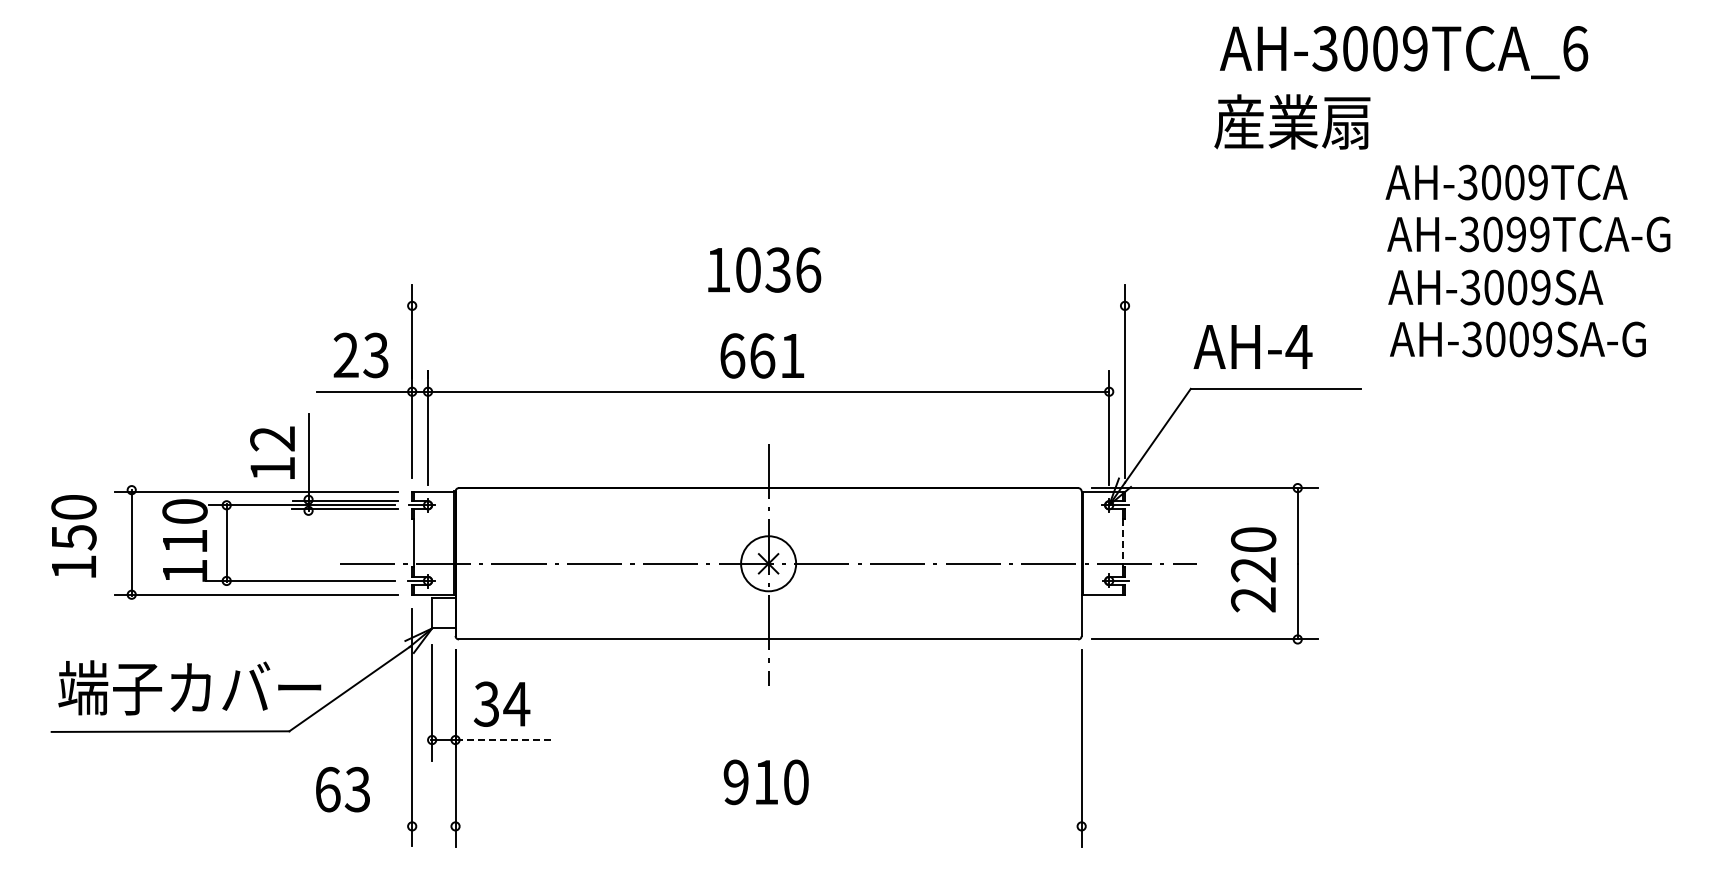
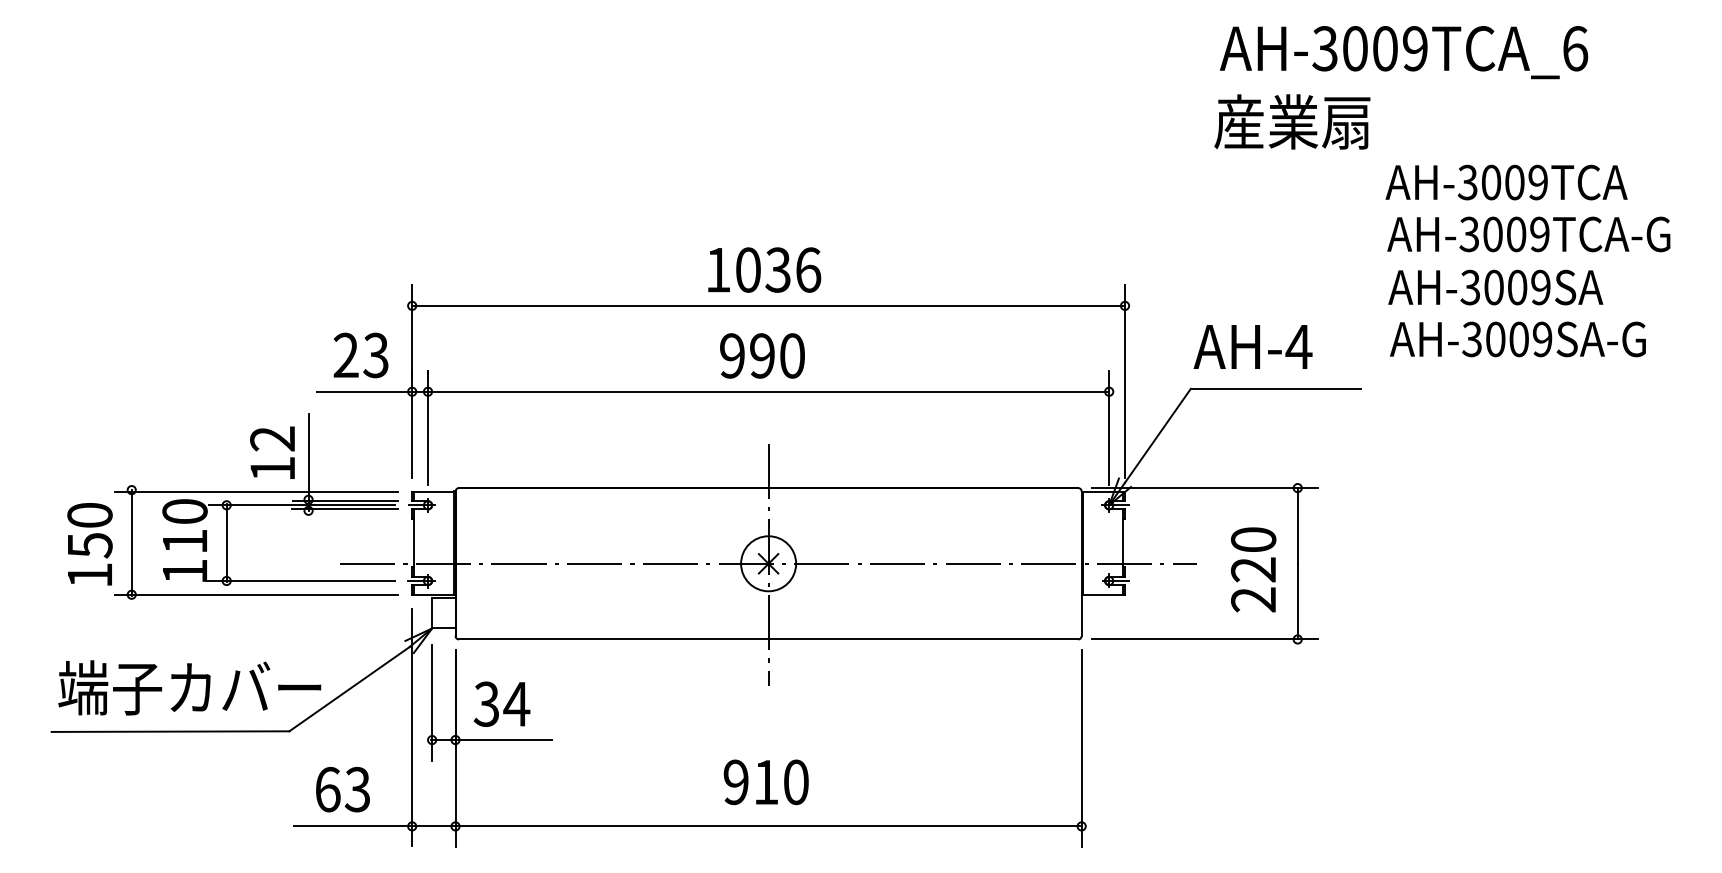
text at (1516, 234): AH-3099TCA-G -> AH-3009TCA-G
line at (768, 305): none -> present
text at (762, 355): 661 -> 990
text at (73, 536) position: (73, 536) -> (89, 544)
line at (1123, 543): dashed -> solid
line at (504, 740): dashed -> solid
line at (686, 826): none -> present
